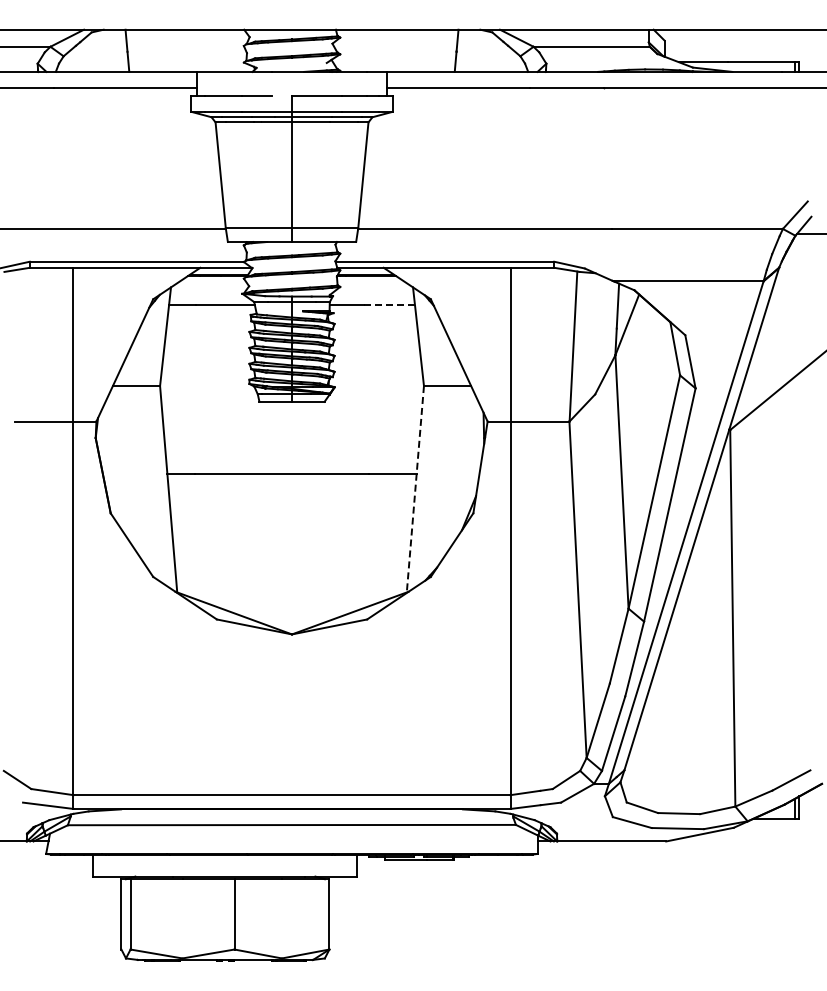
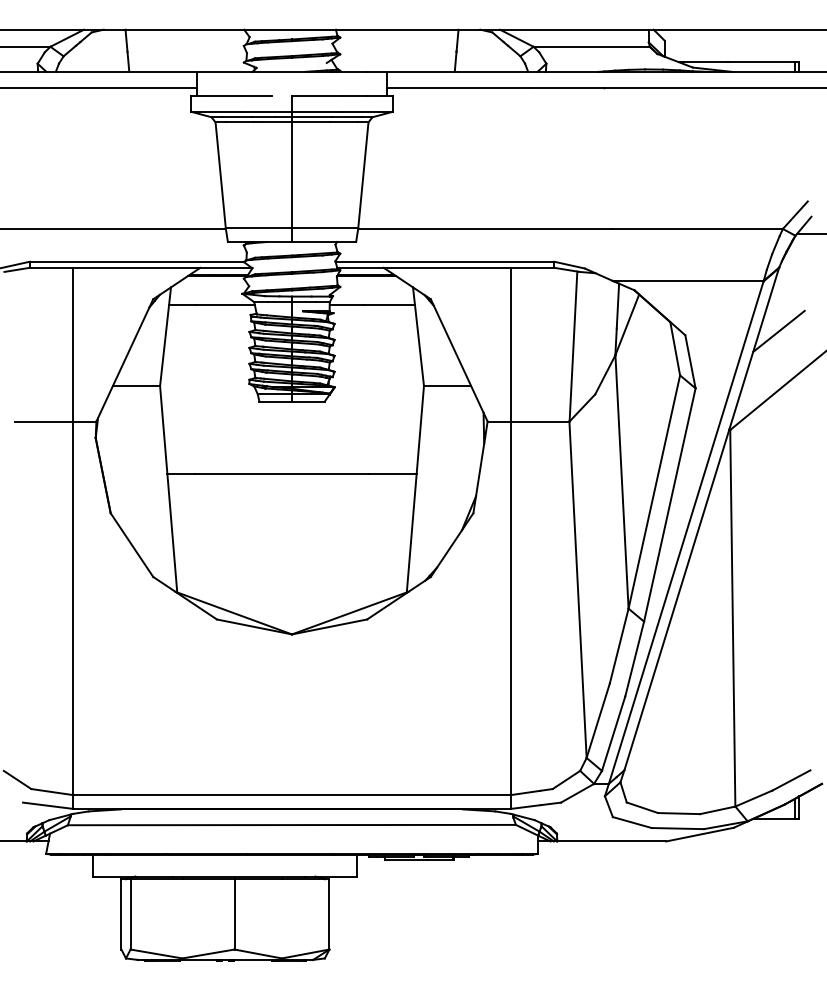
line at (389, 304): dashed -> solid
line at (778, 331): none -> present
line at (415, 489): dashed -> solid
